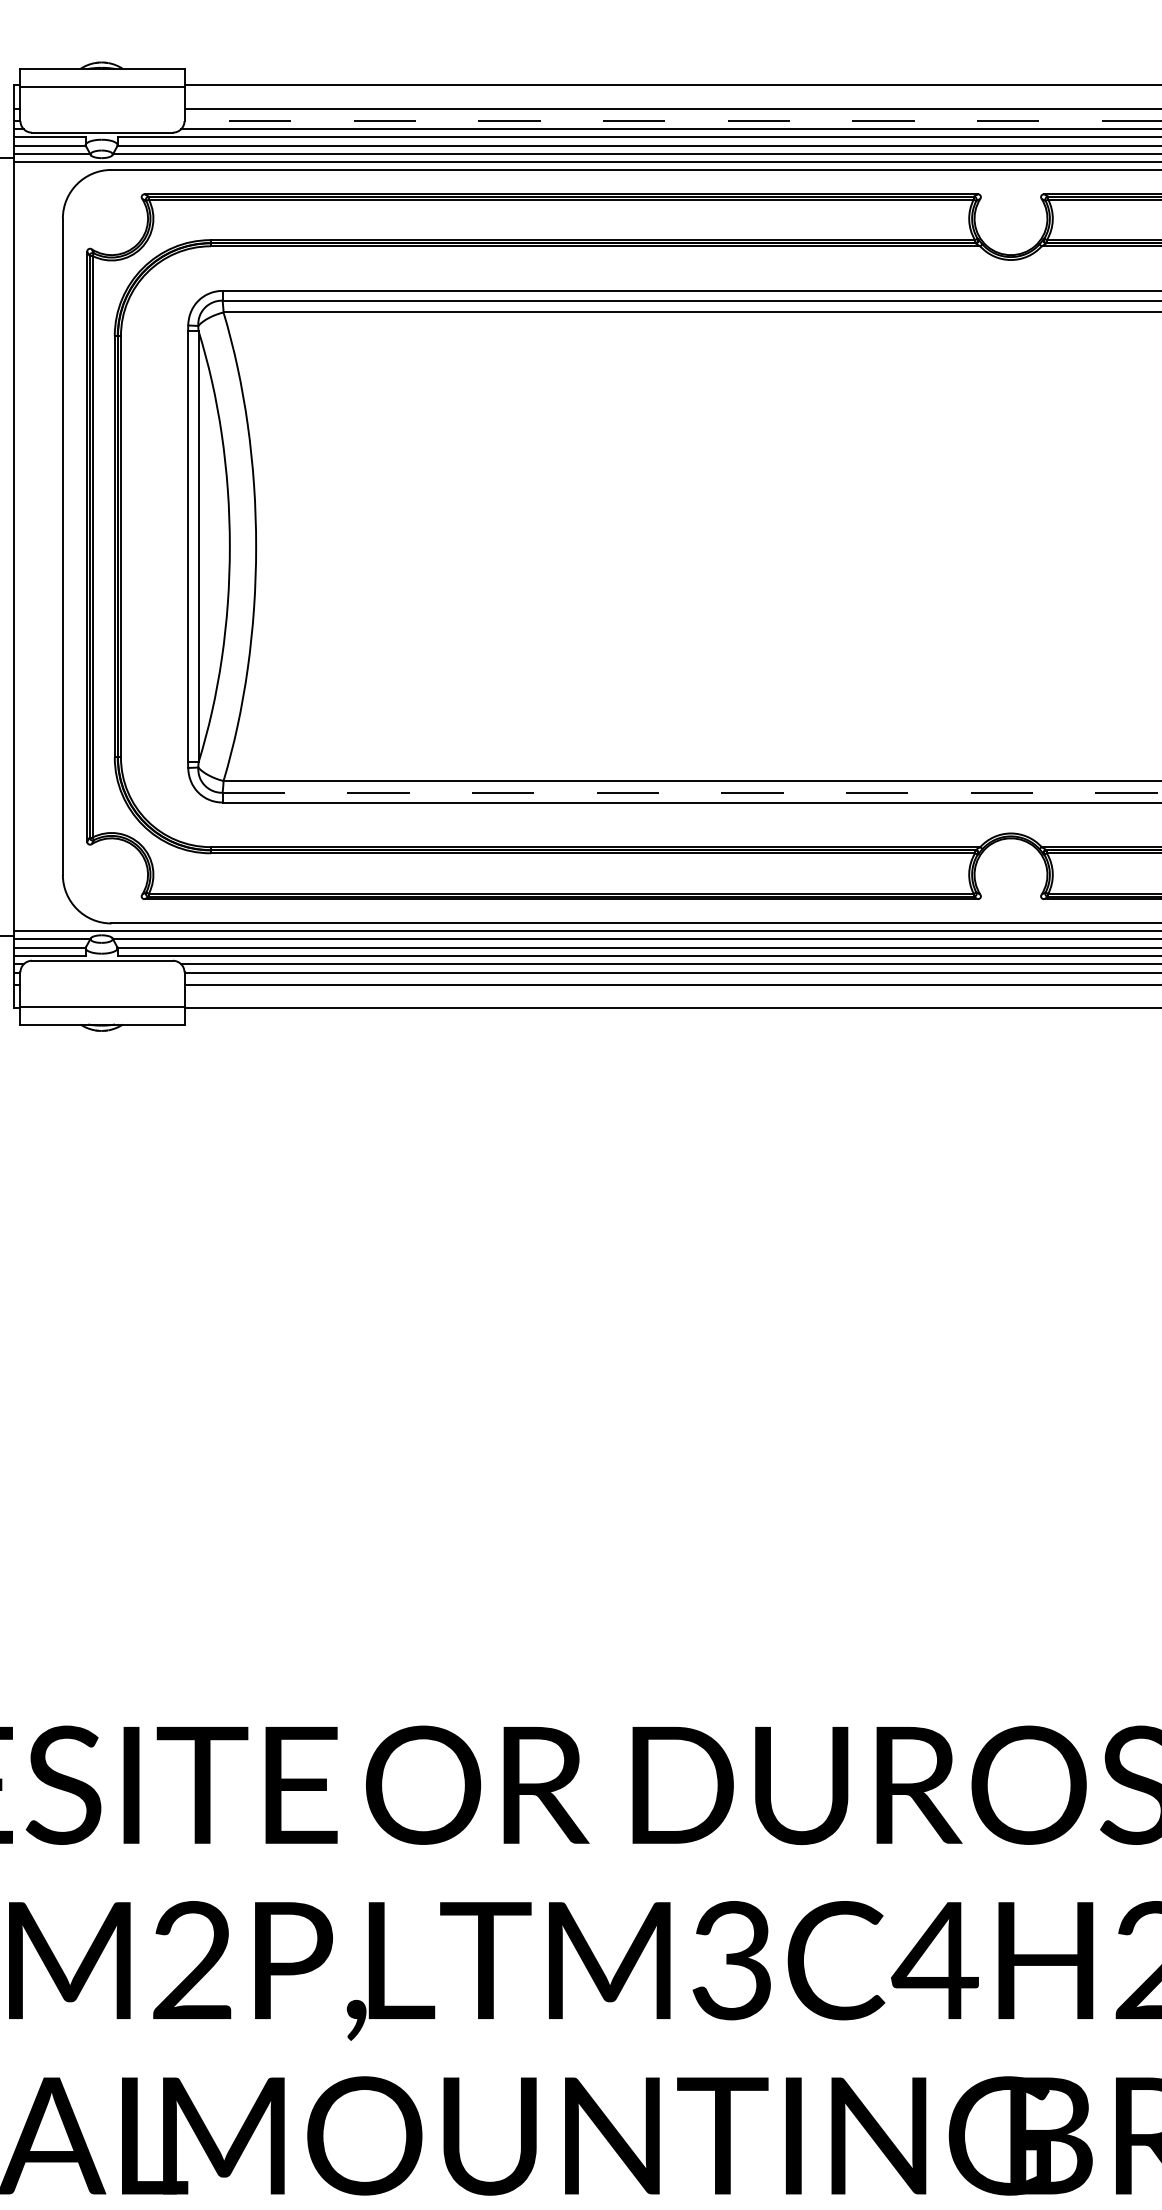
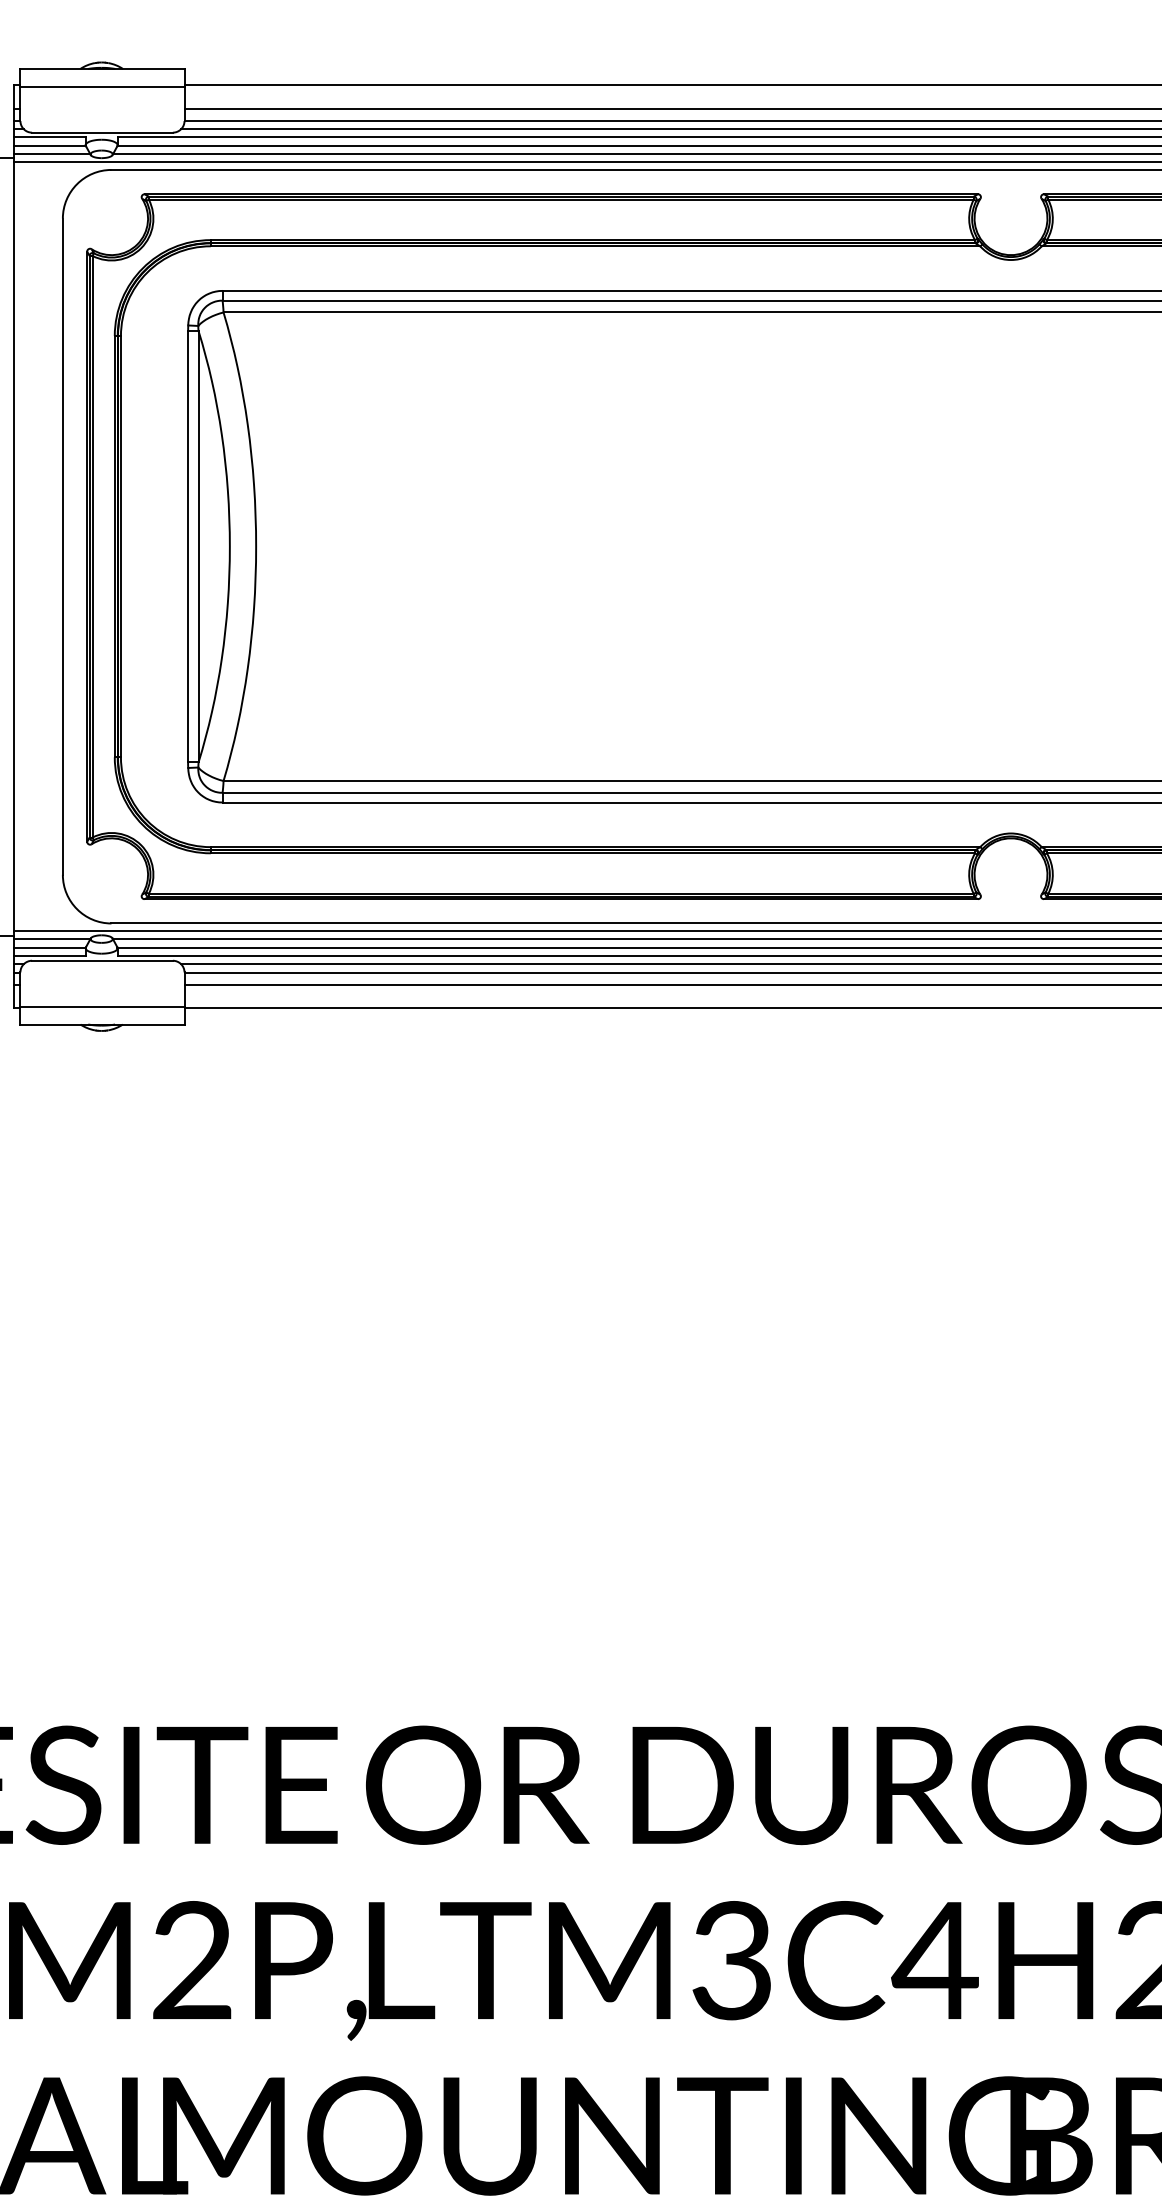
line at (672, 120): dashed -> solid
line at (692, 792): dashed -> solid
